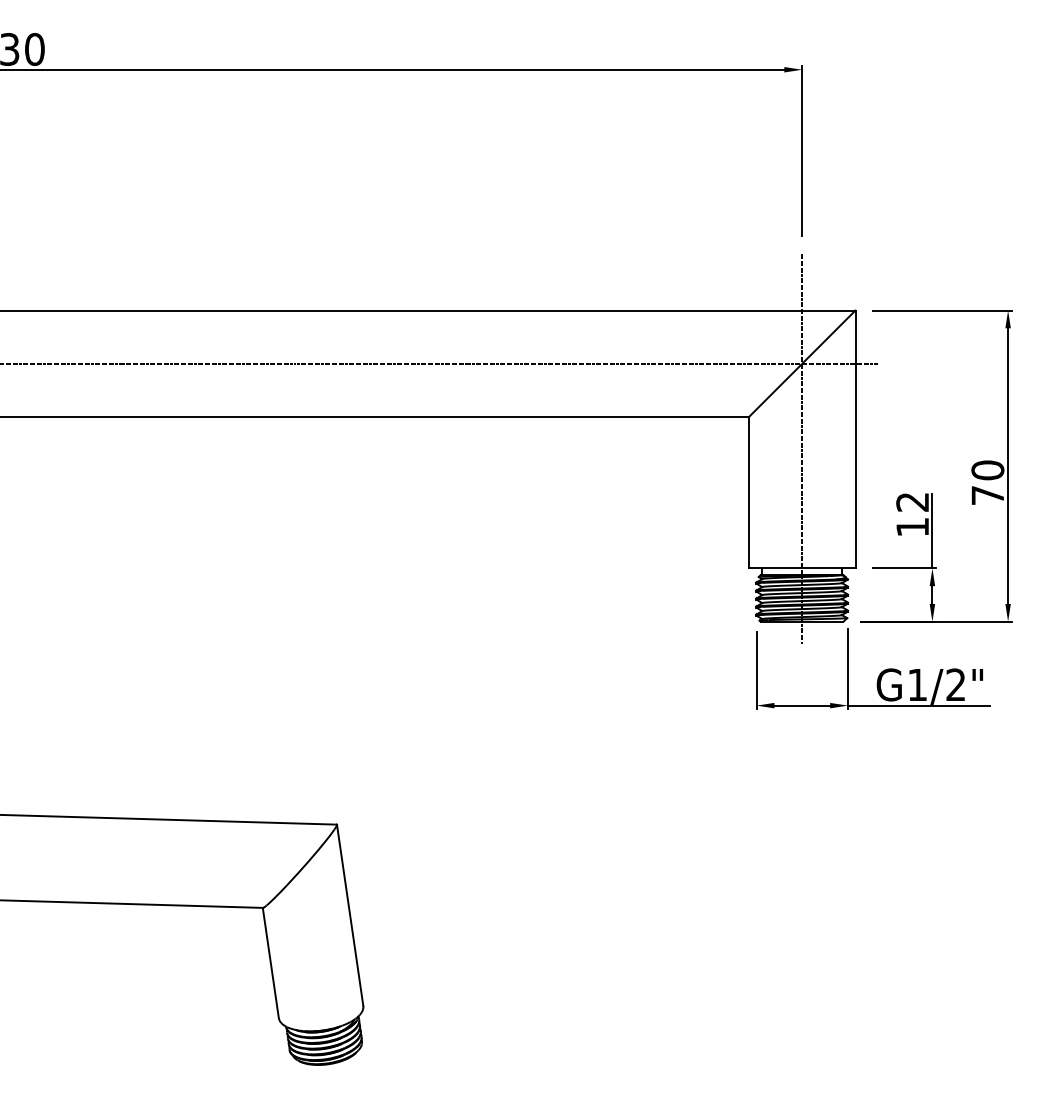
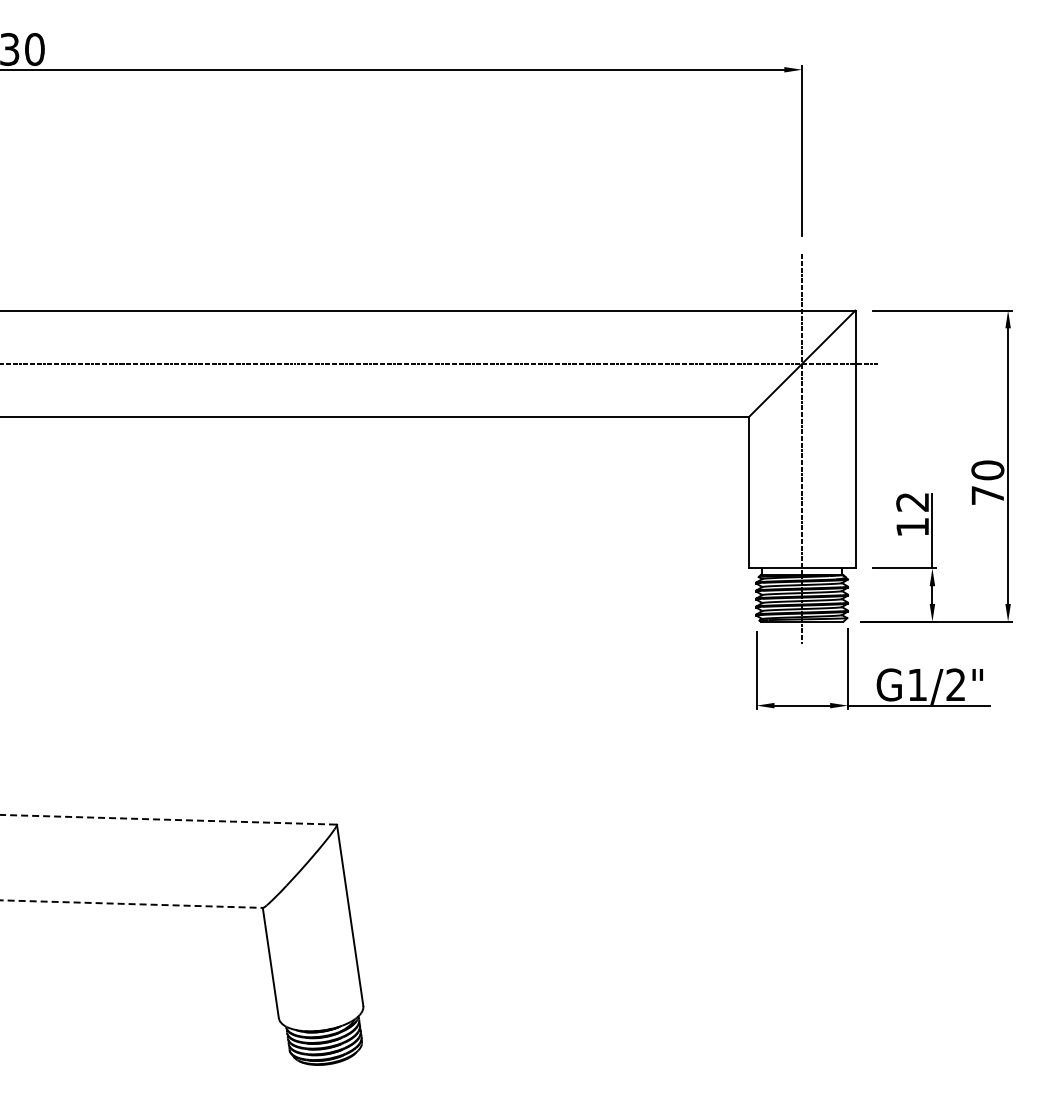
line at (168, 819): solid -> dashed
line at (132, 904): solid -> dashed
